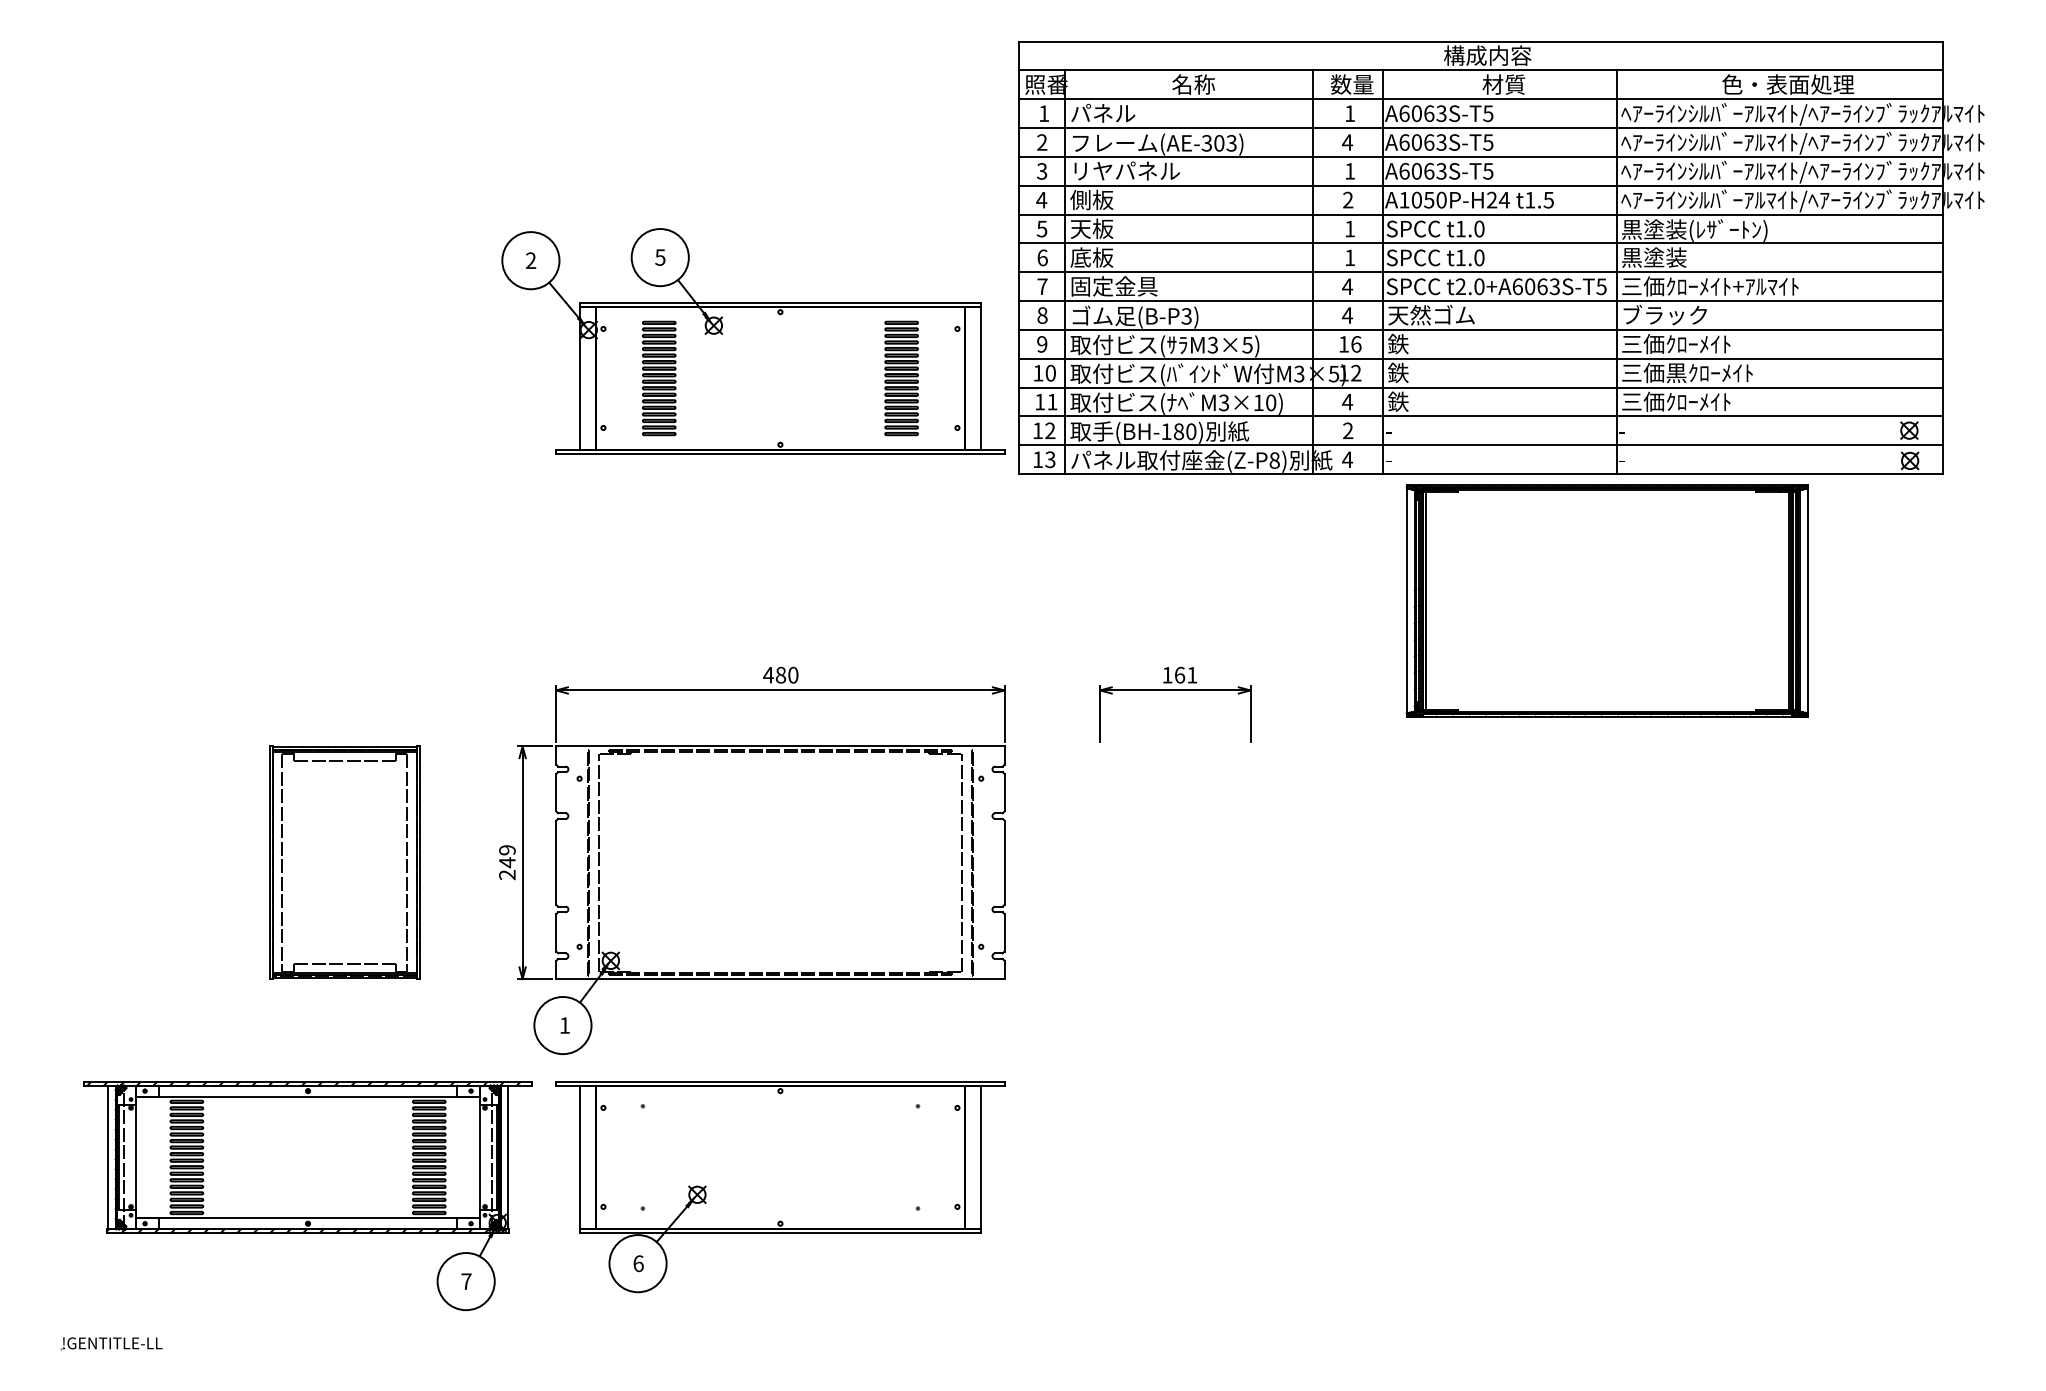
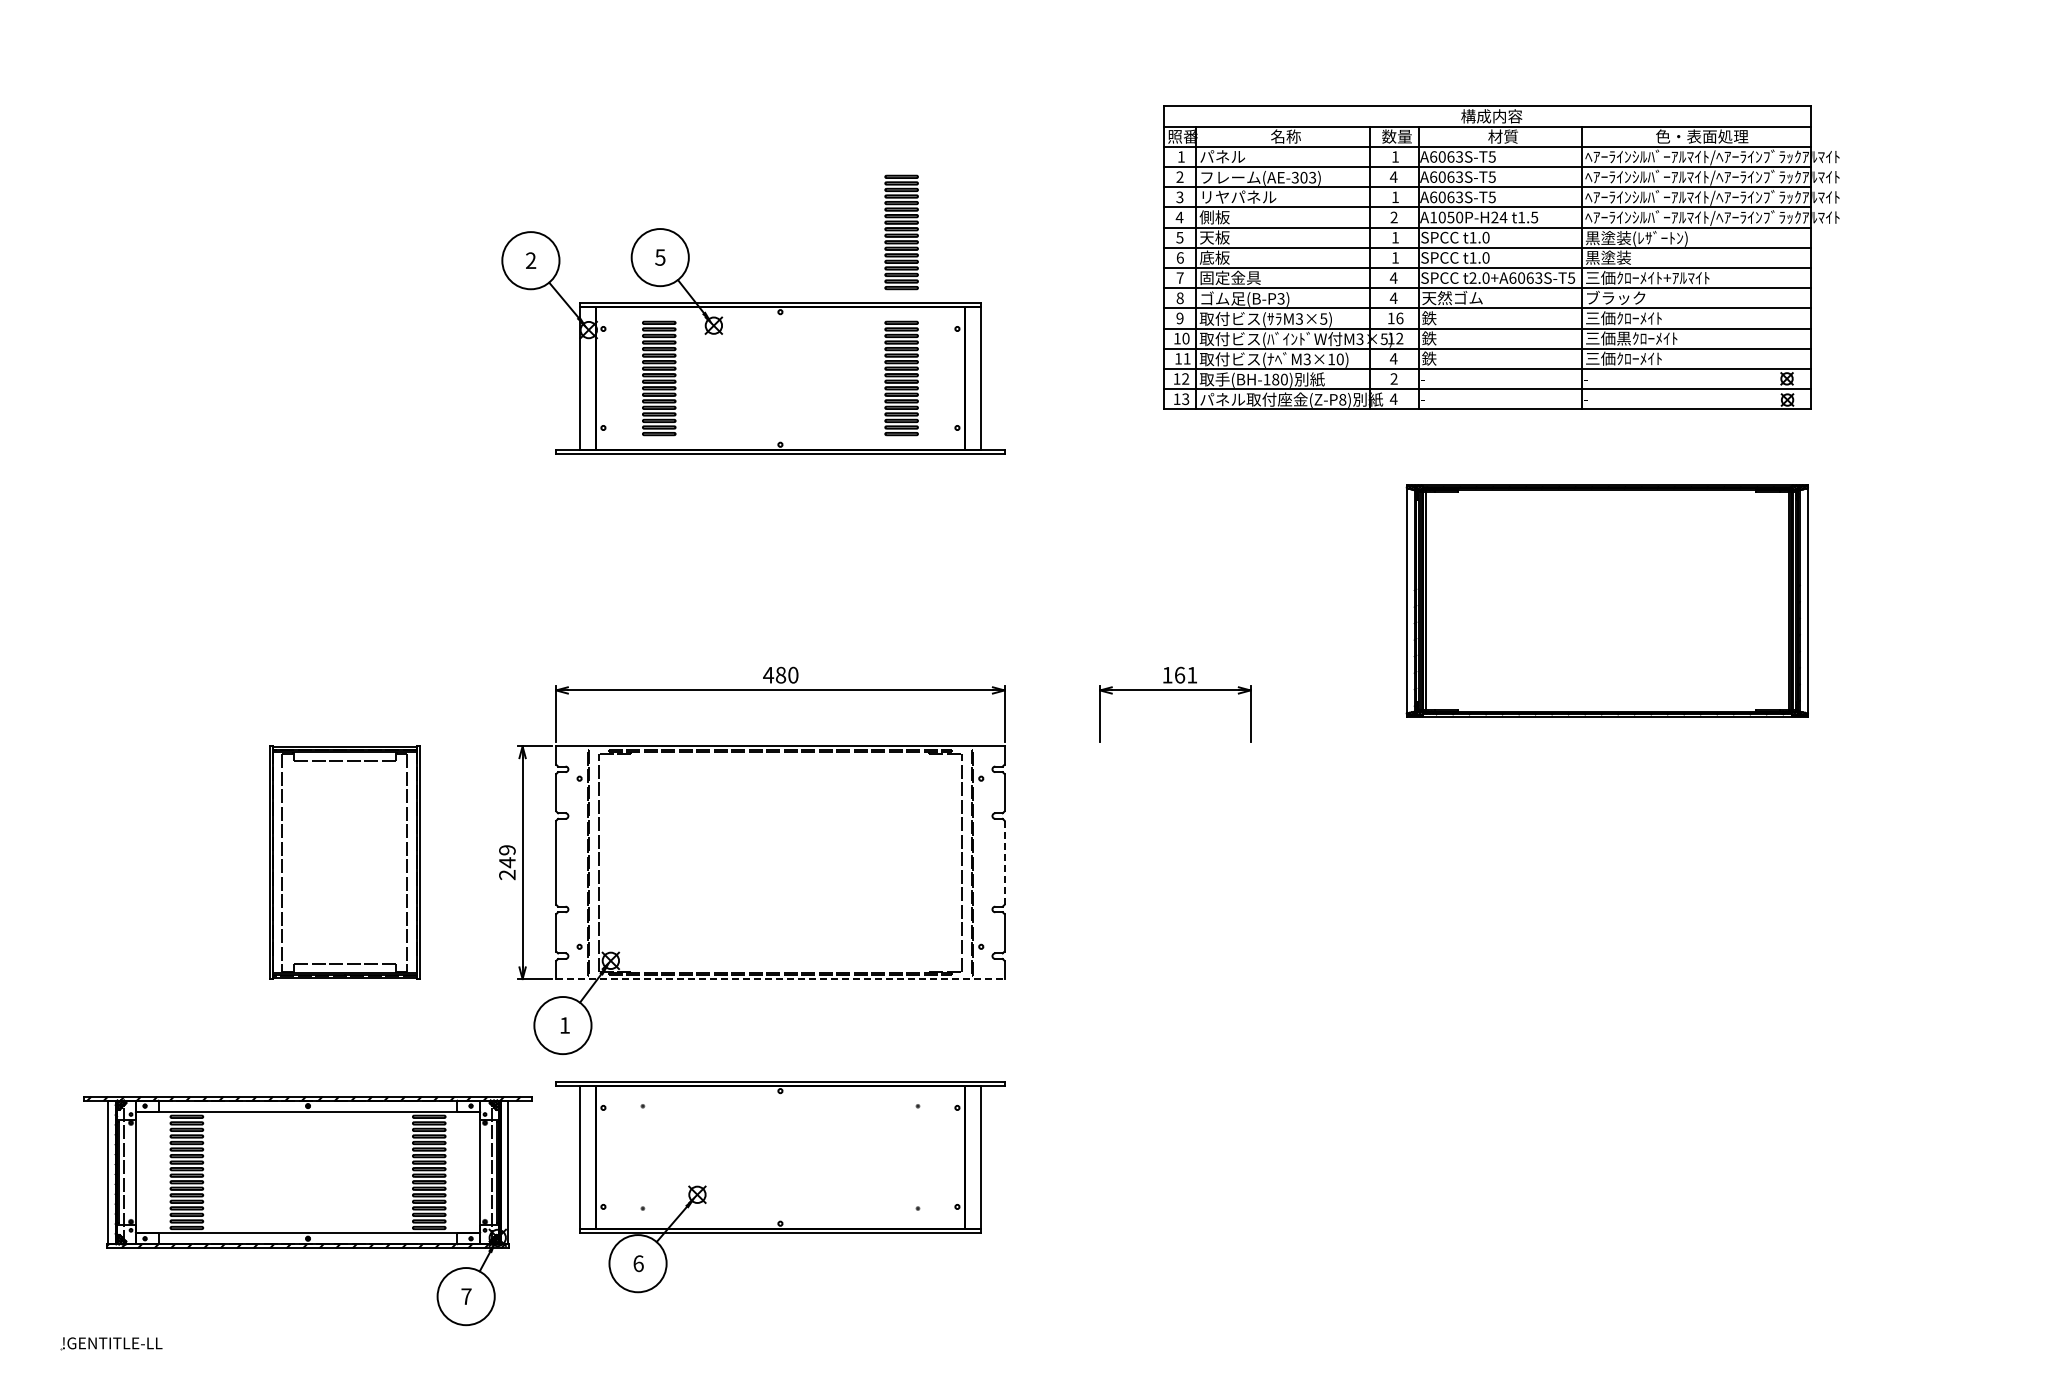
part at (901, 232): none -> present
part at (1501, 257) size: 967x434 px -> 677x305 px
line at (1004, 863): solid -> dashed
line at (780, 979): solid -> dashed
part at (307, 1196) position: (307, 1196) -> (307, 1211)
